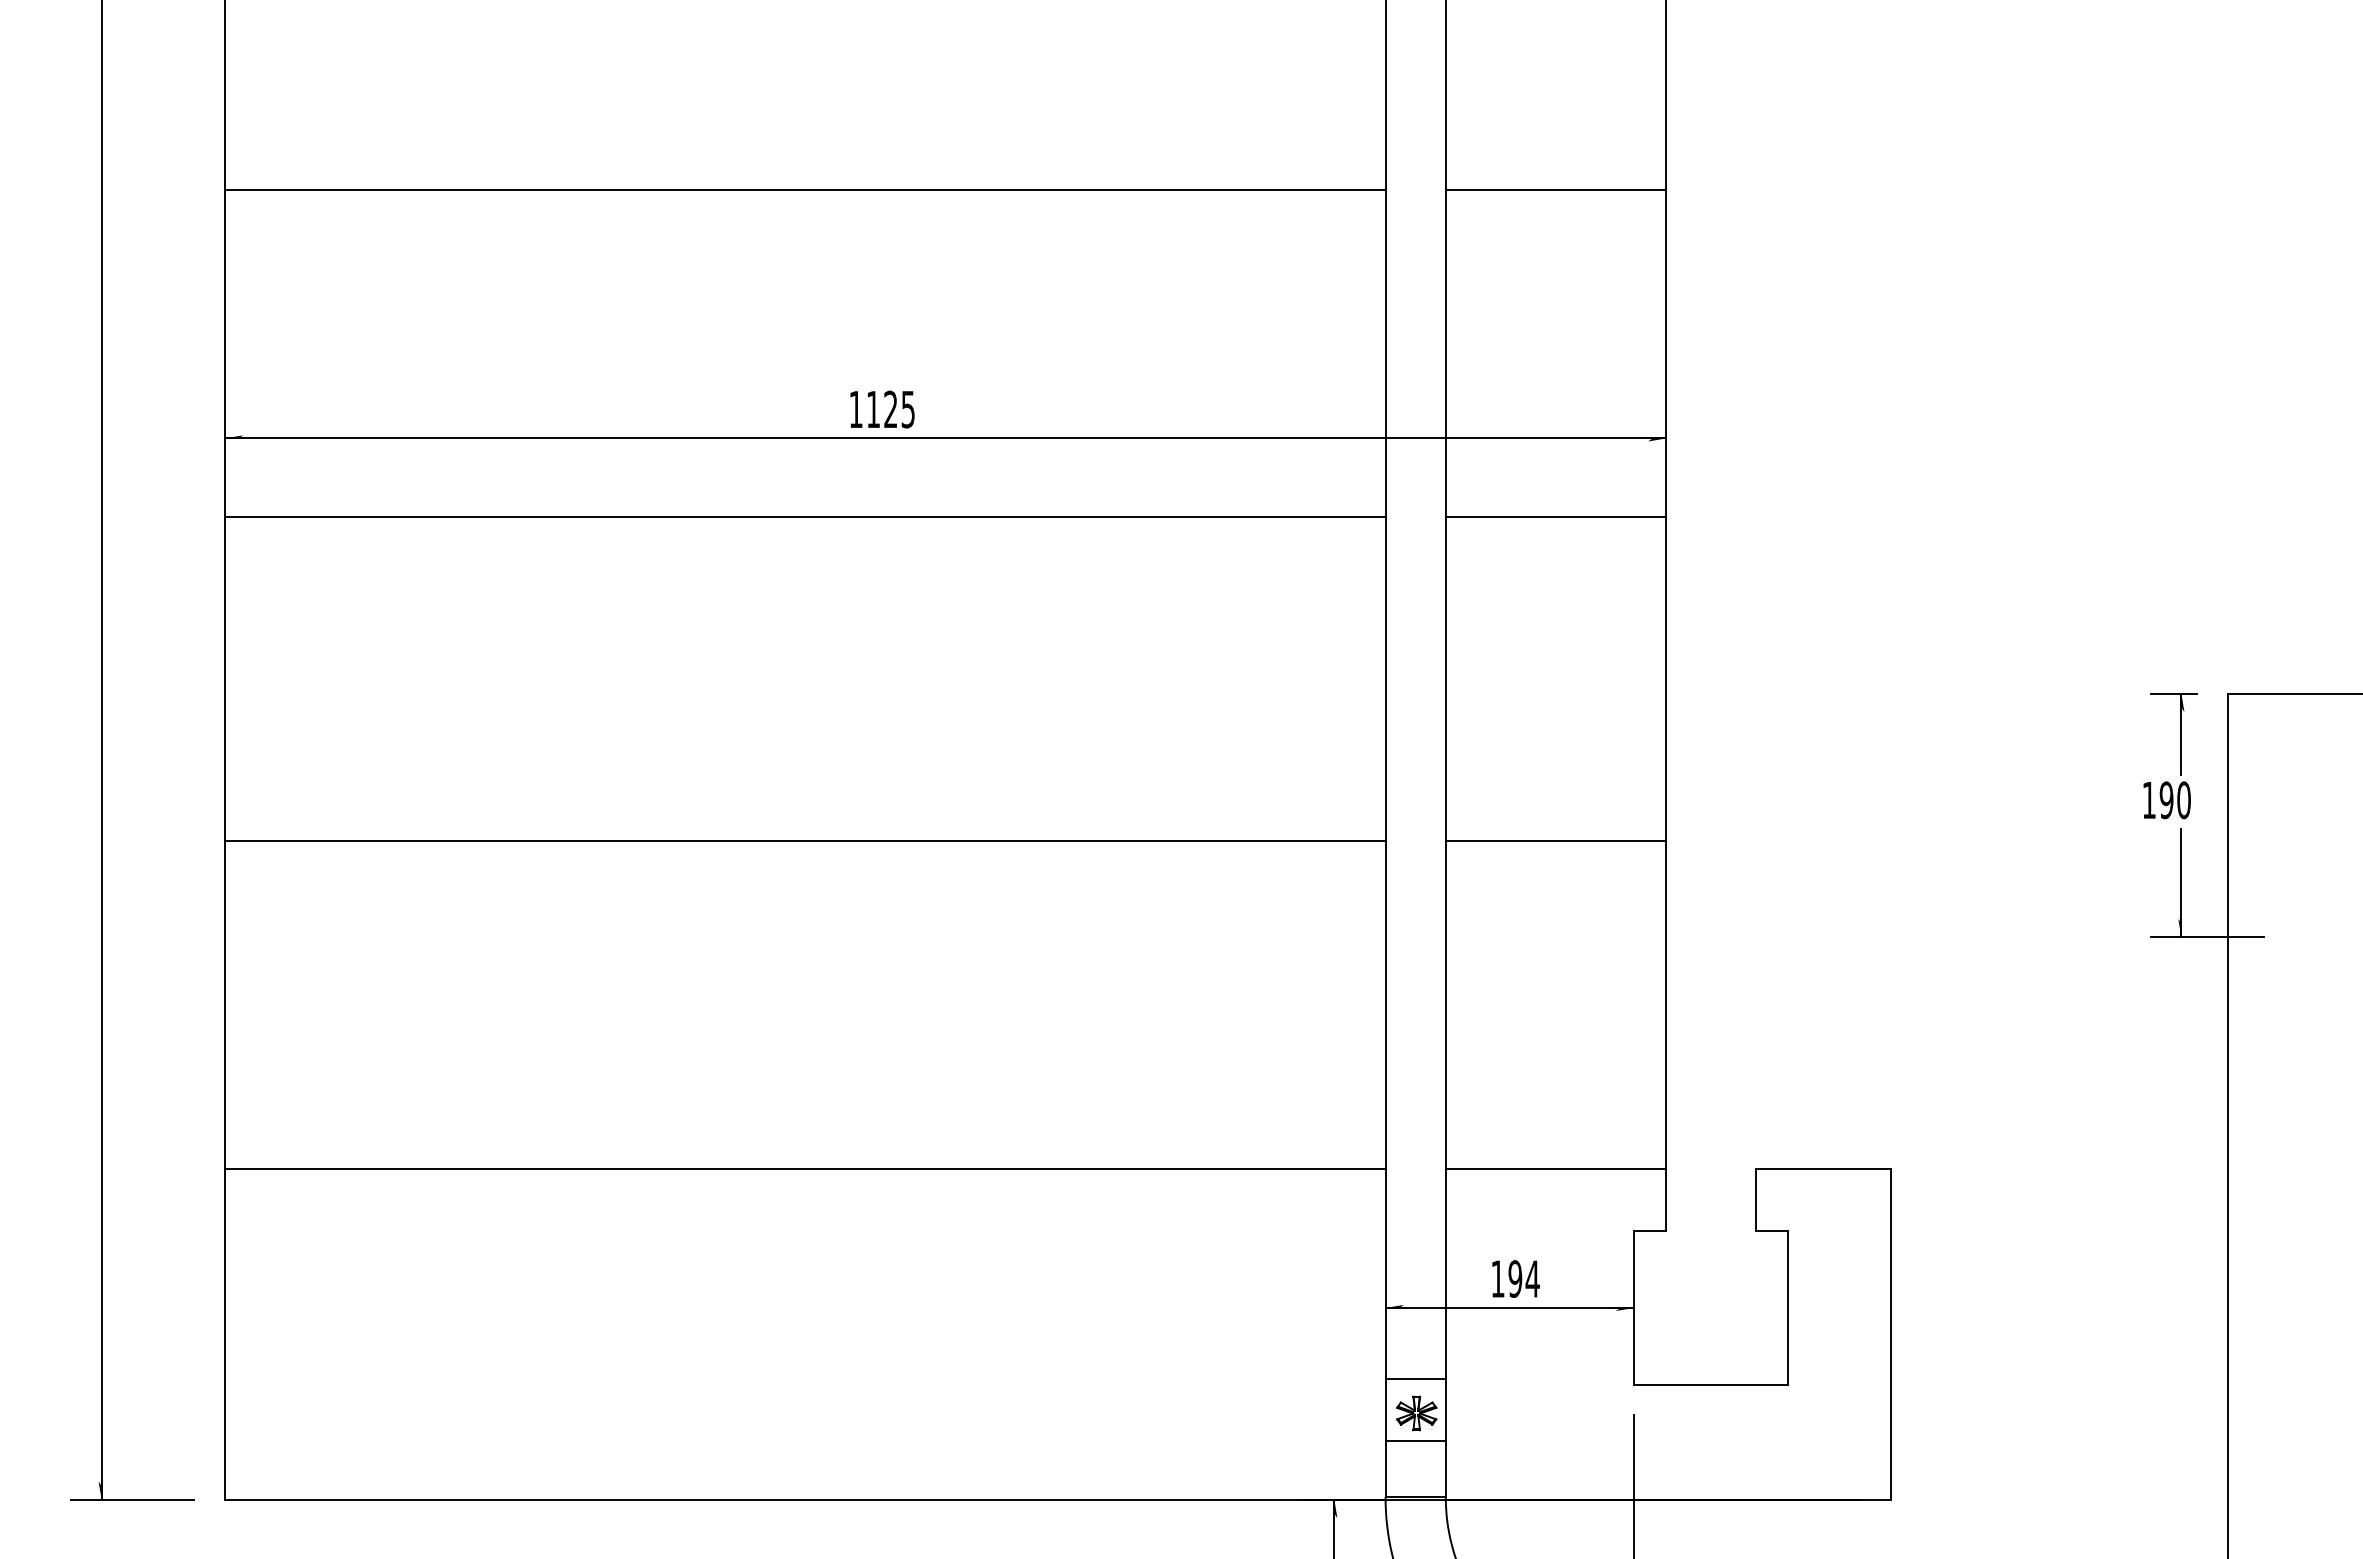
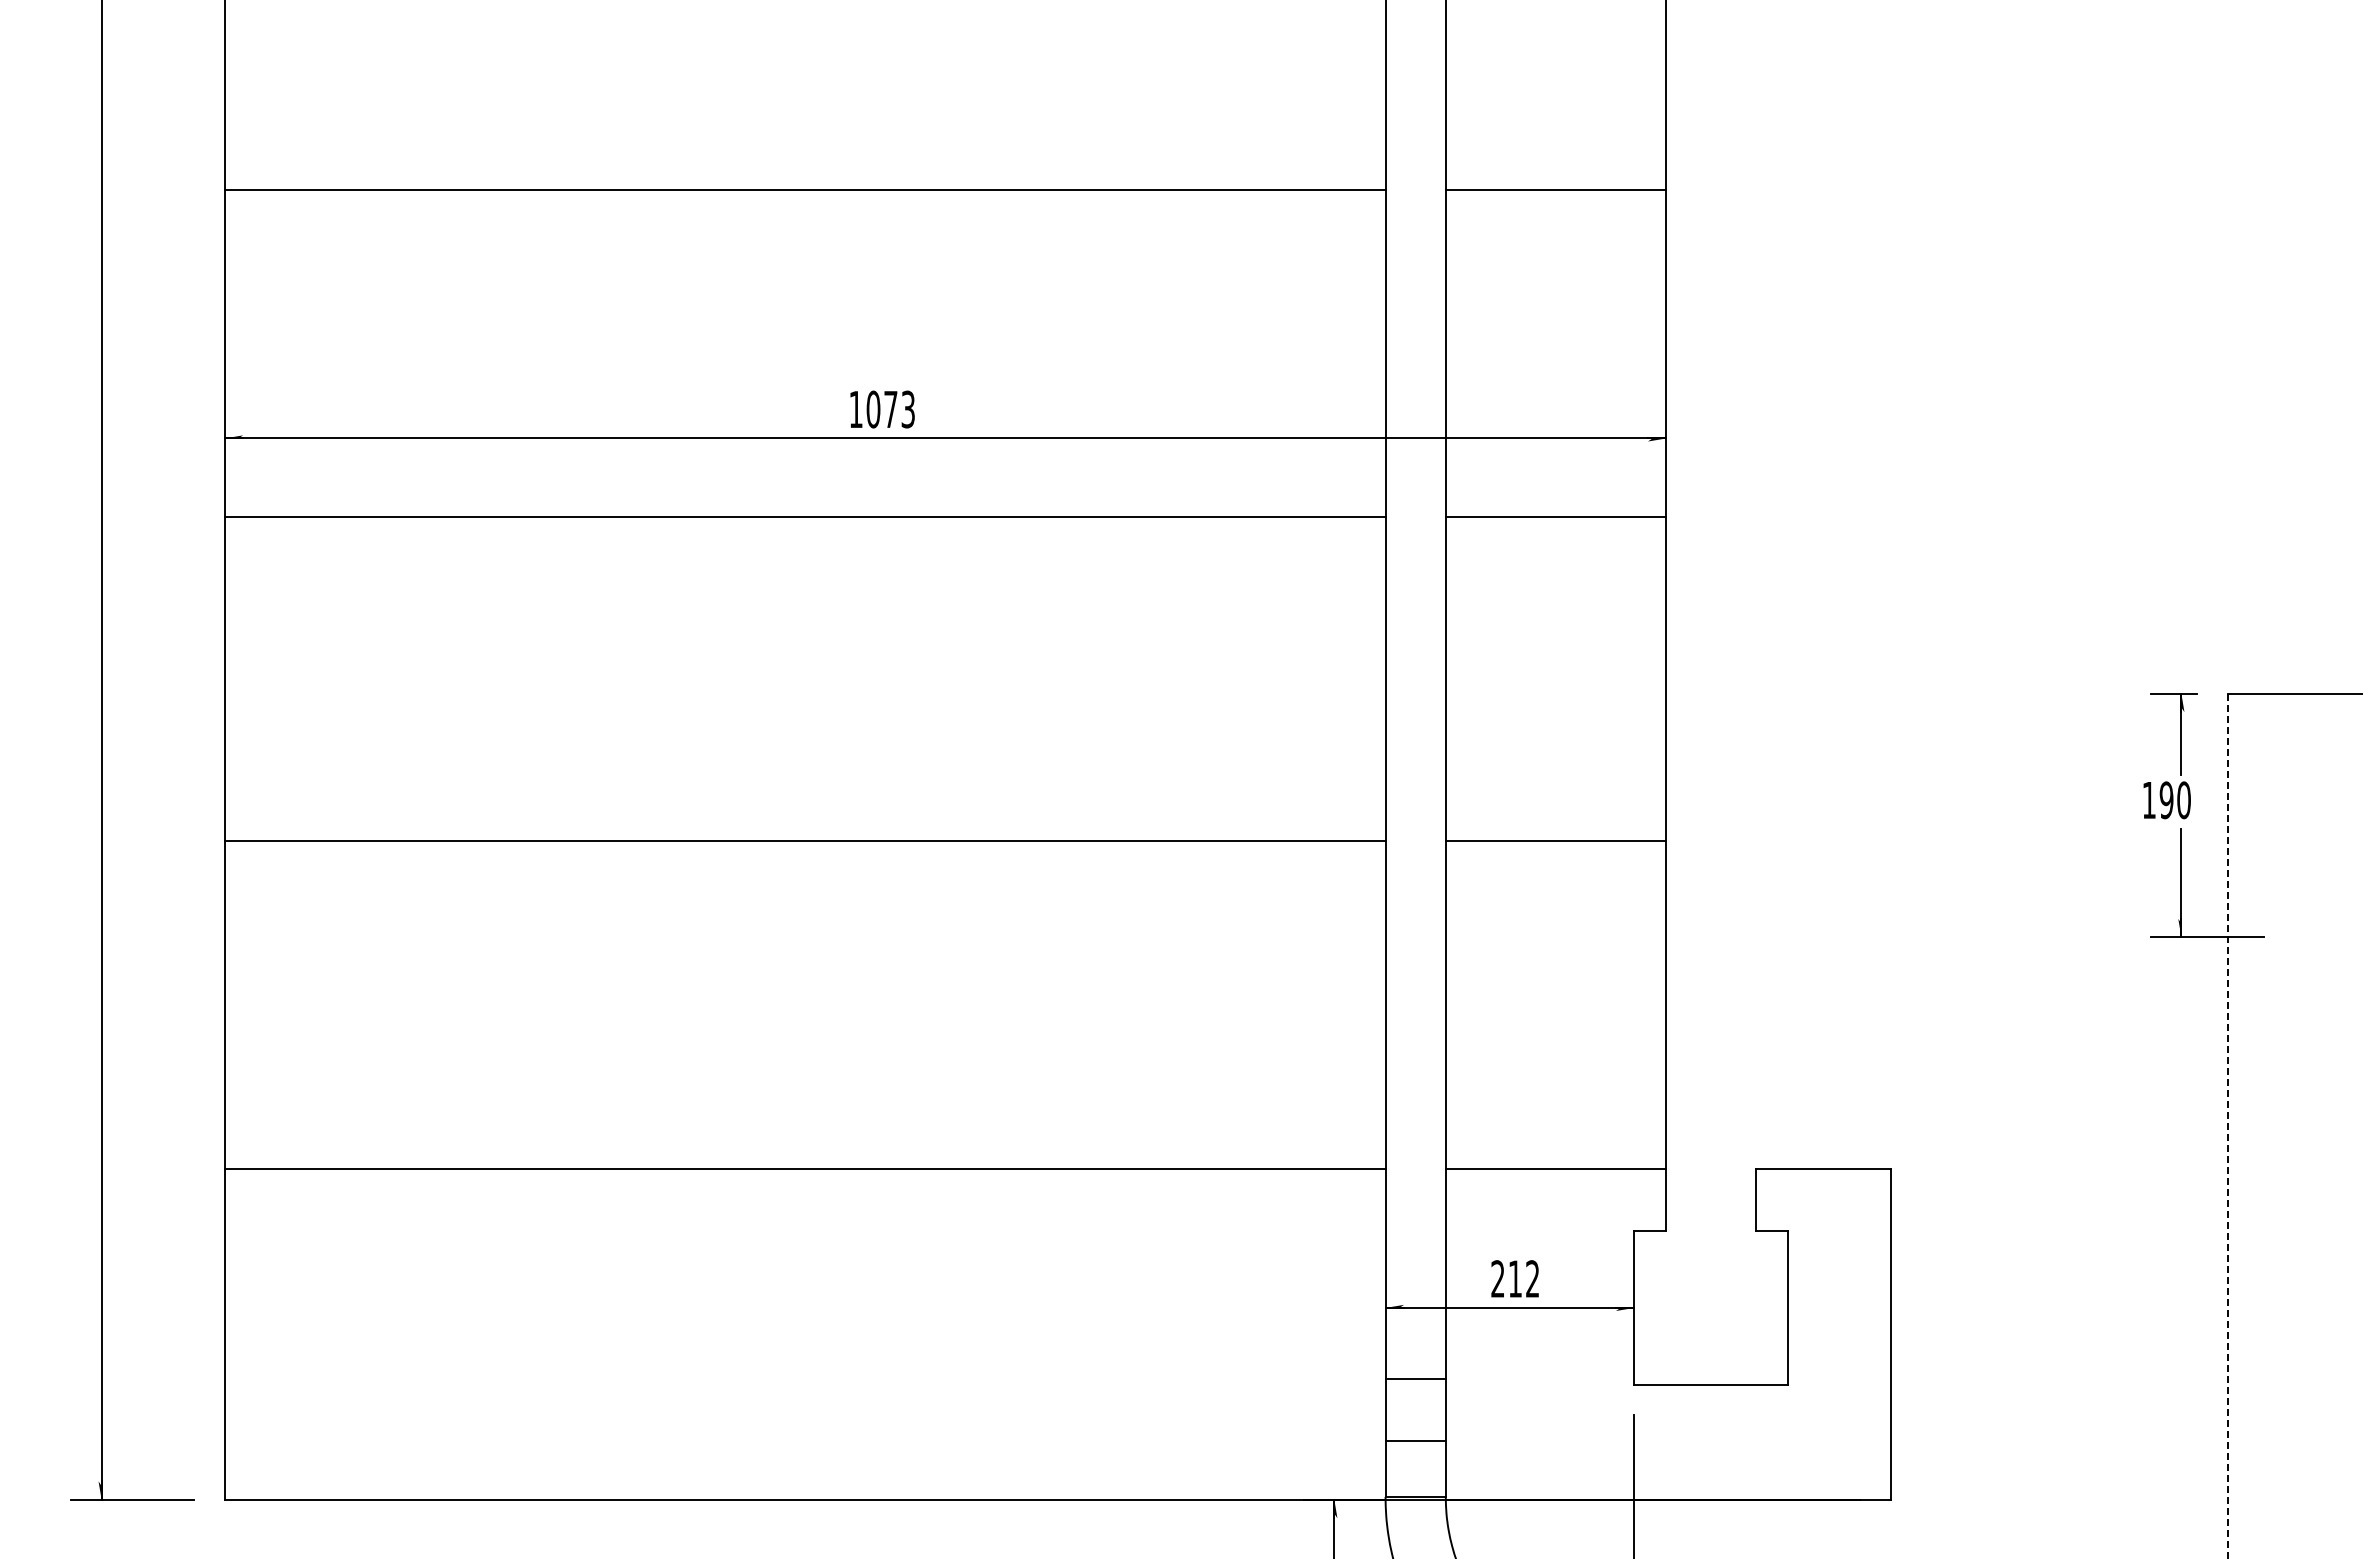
text at (890, 409): 1125 -> 1073
line at (2227, 1126): solid -> dashed
text at (1515, 1278): 194 -> 212
part at (1416, 1413): present -> none
